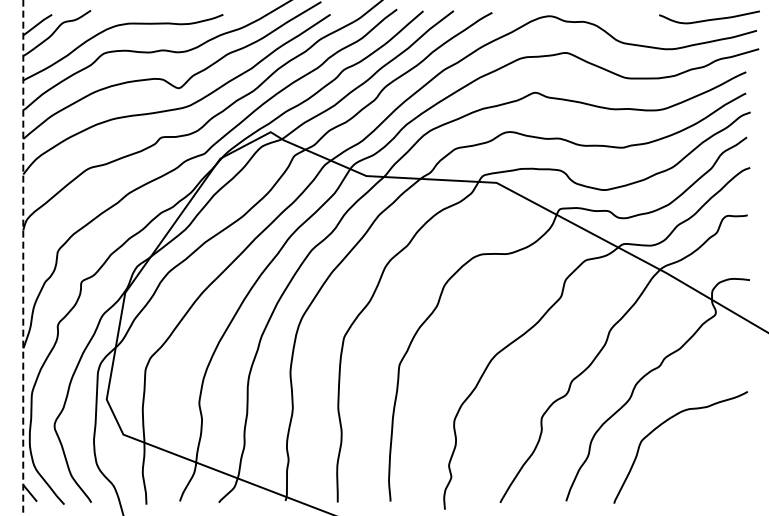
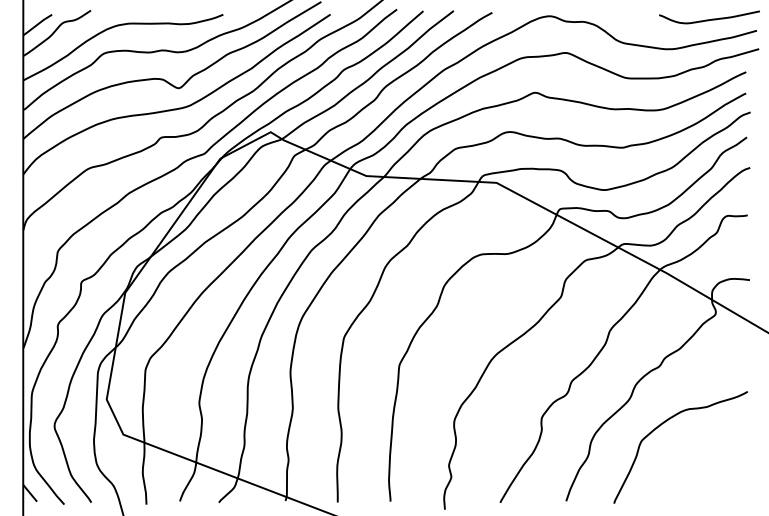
line at (23, 257): dashed -> solid
